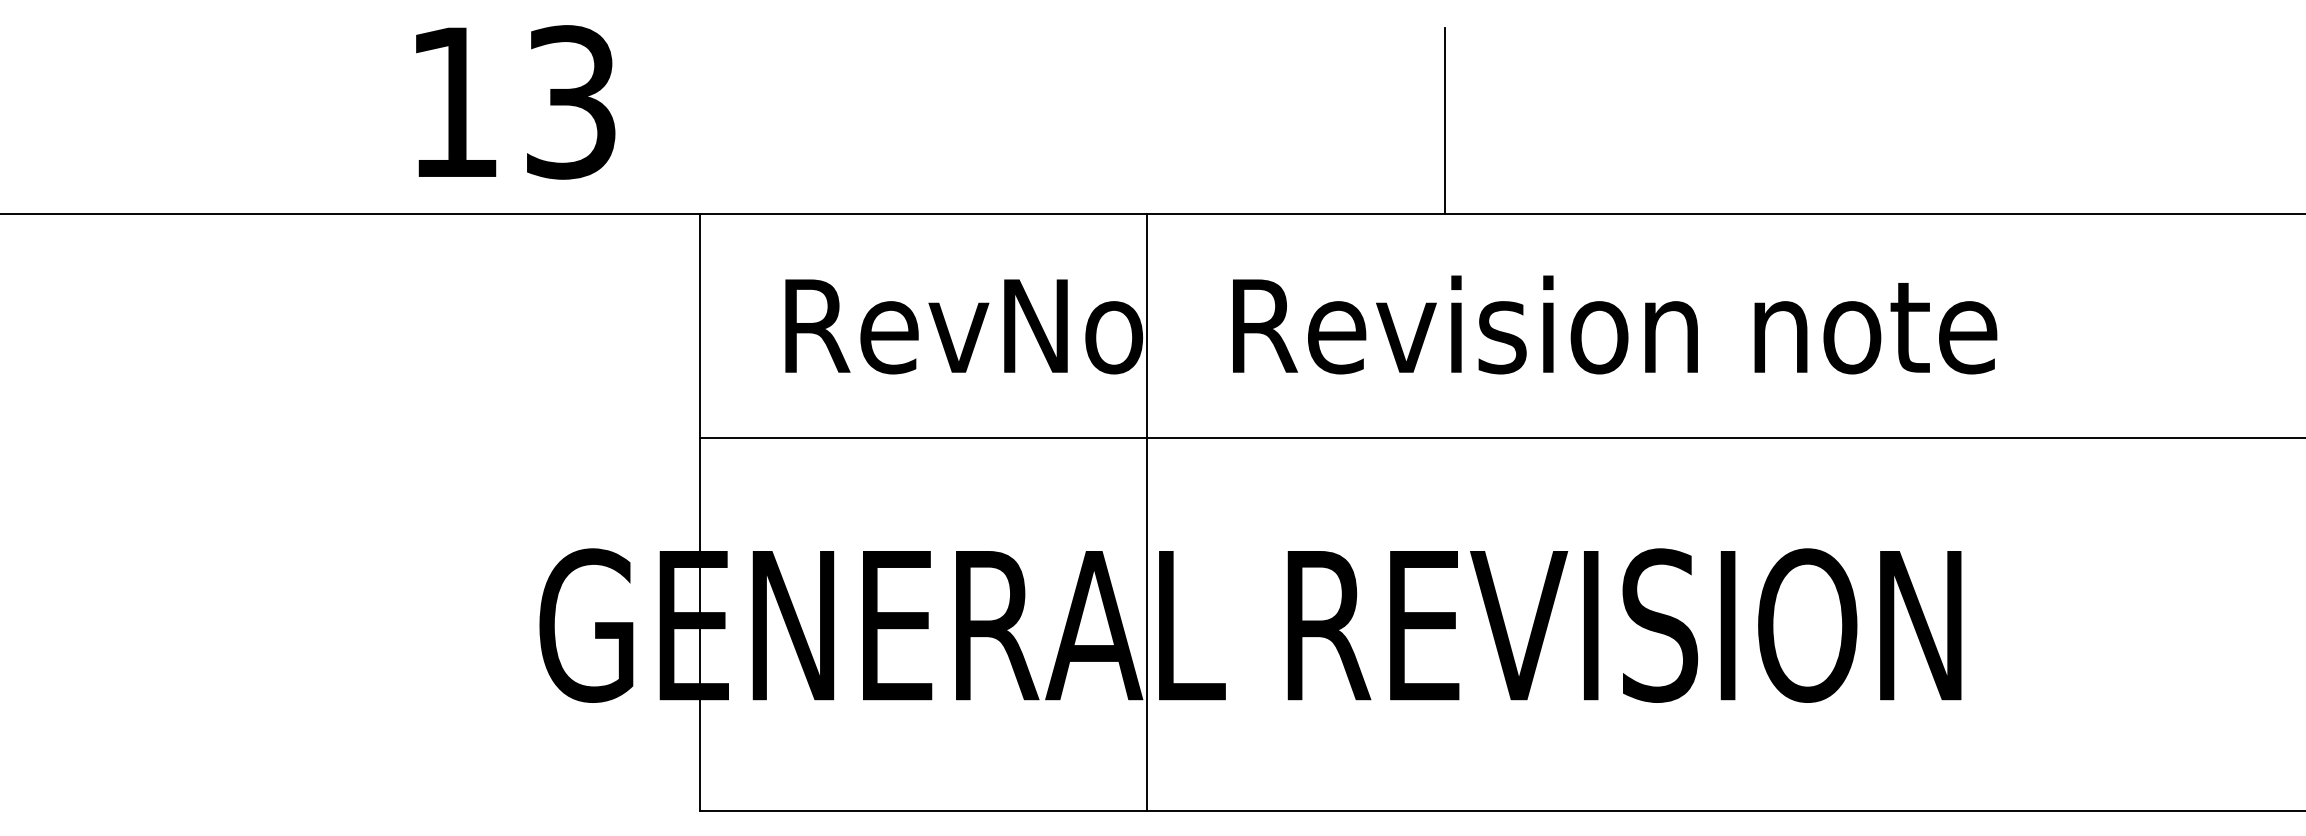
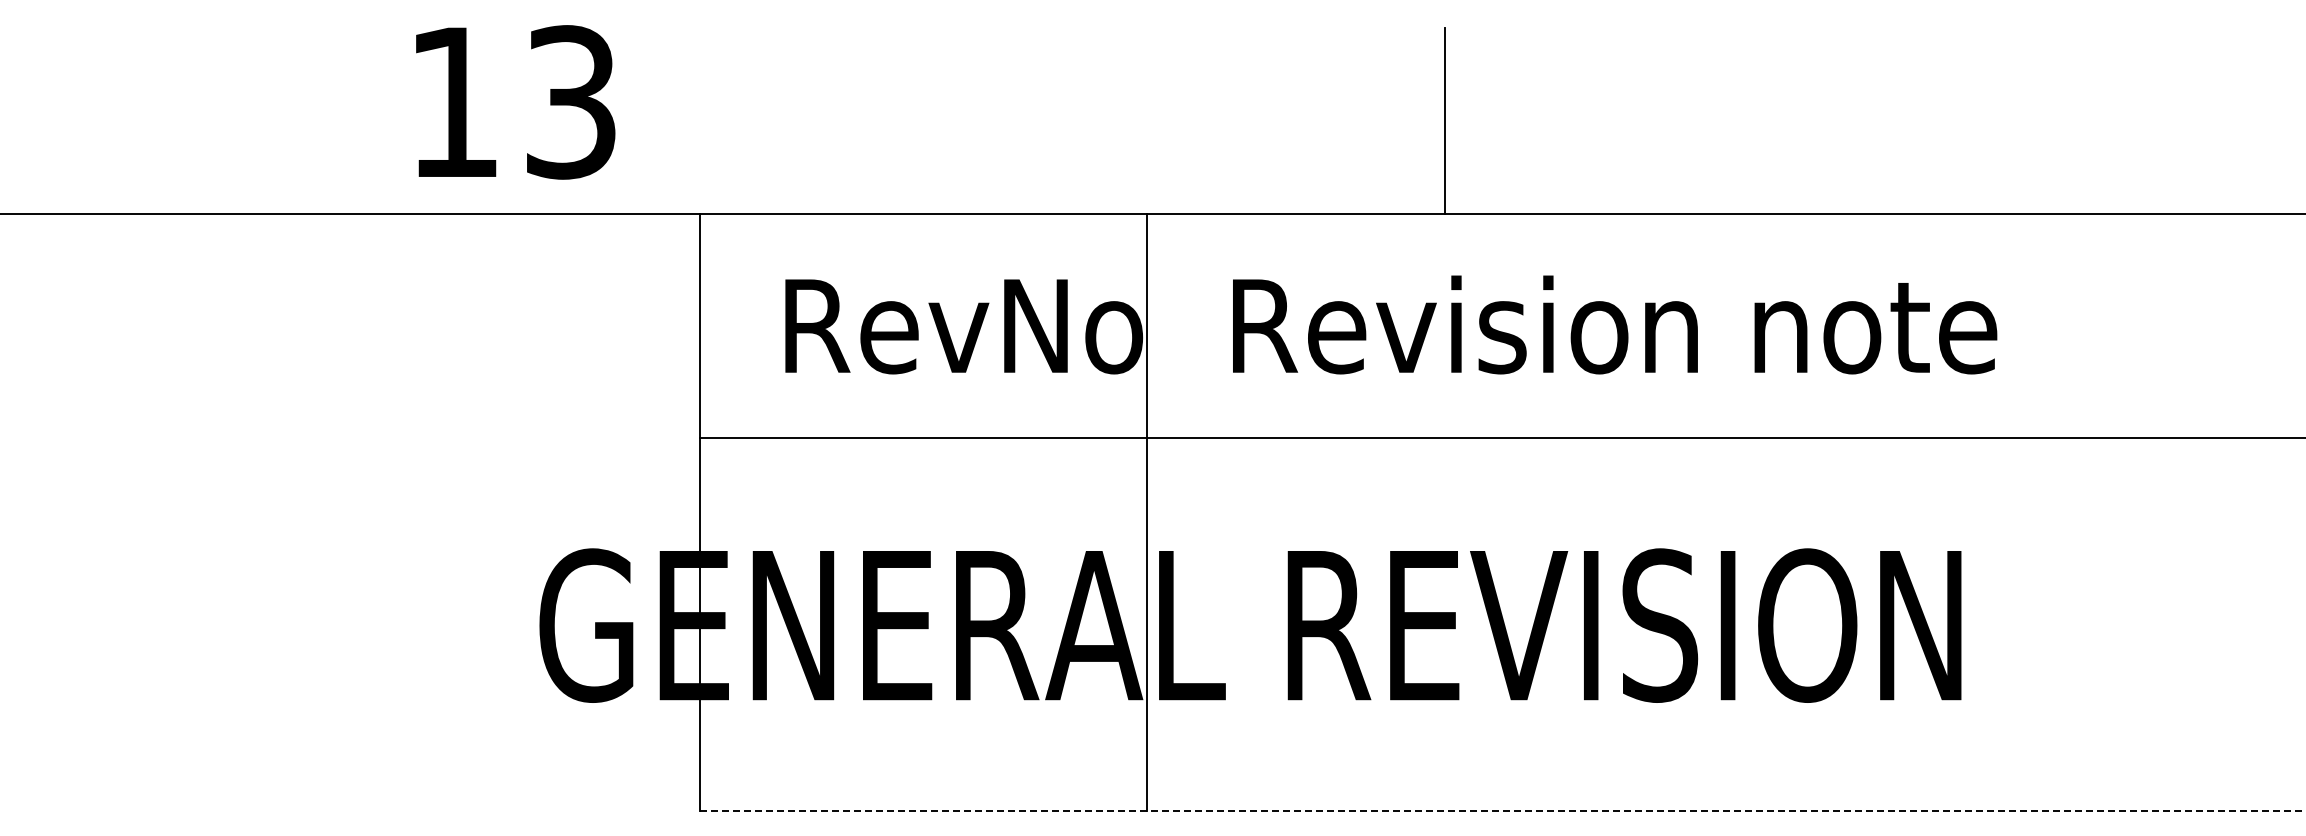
line at (1502, 810): solid -> dashed
